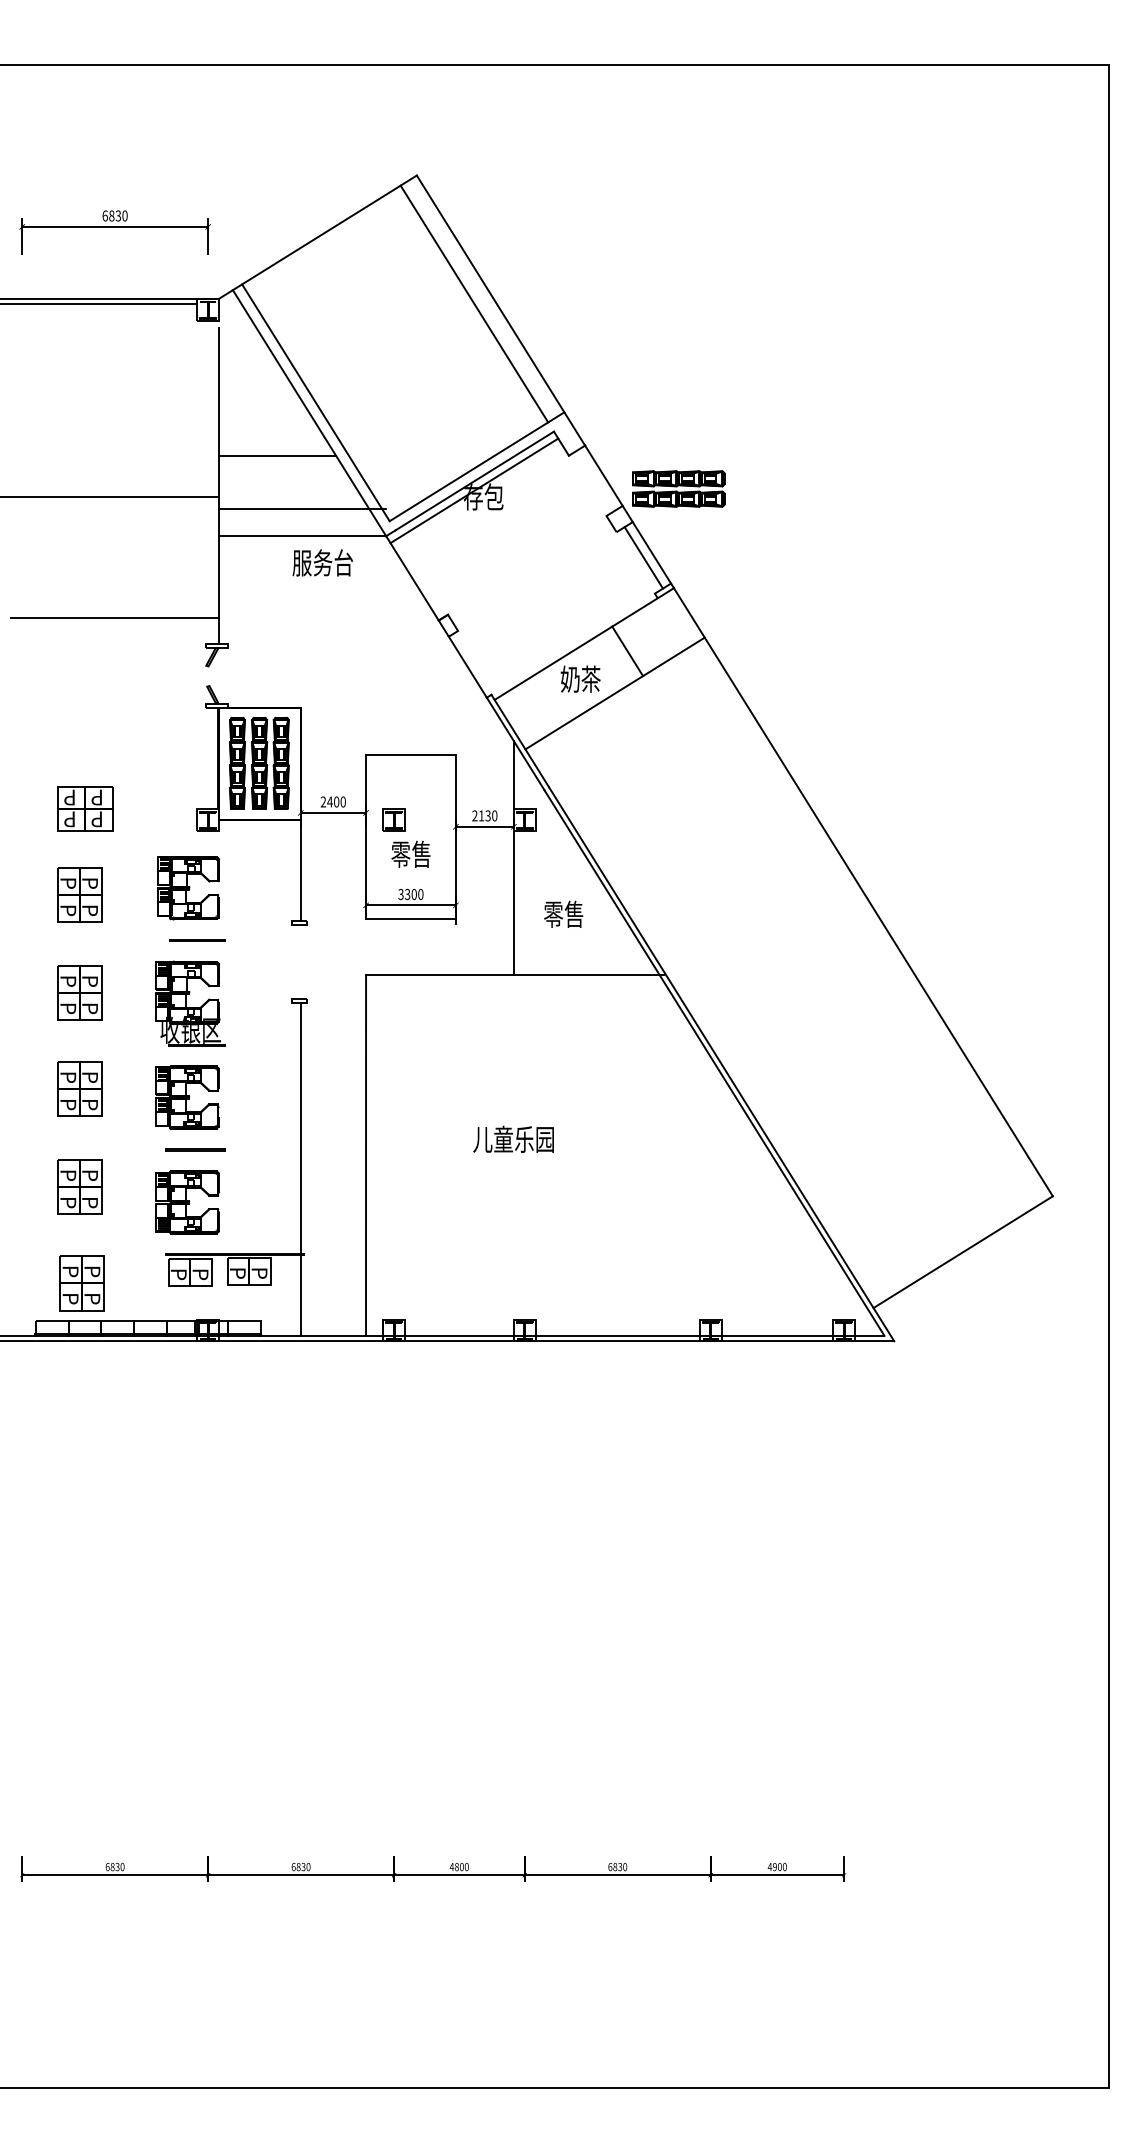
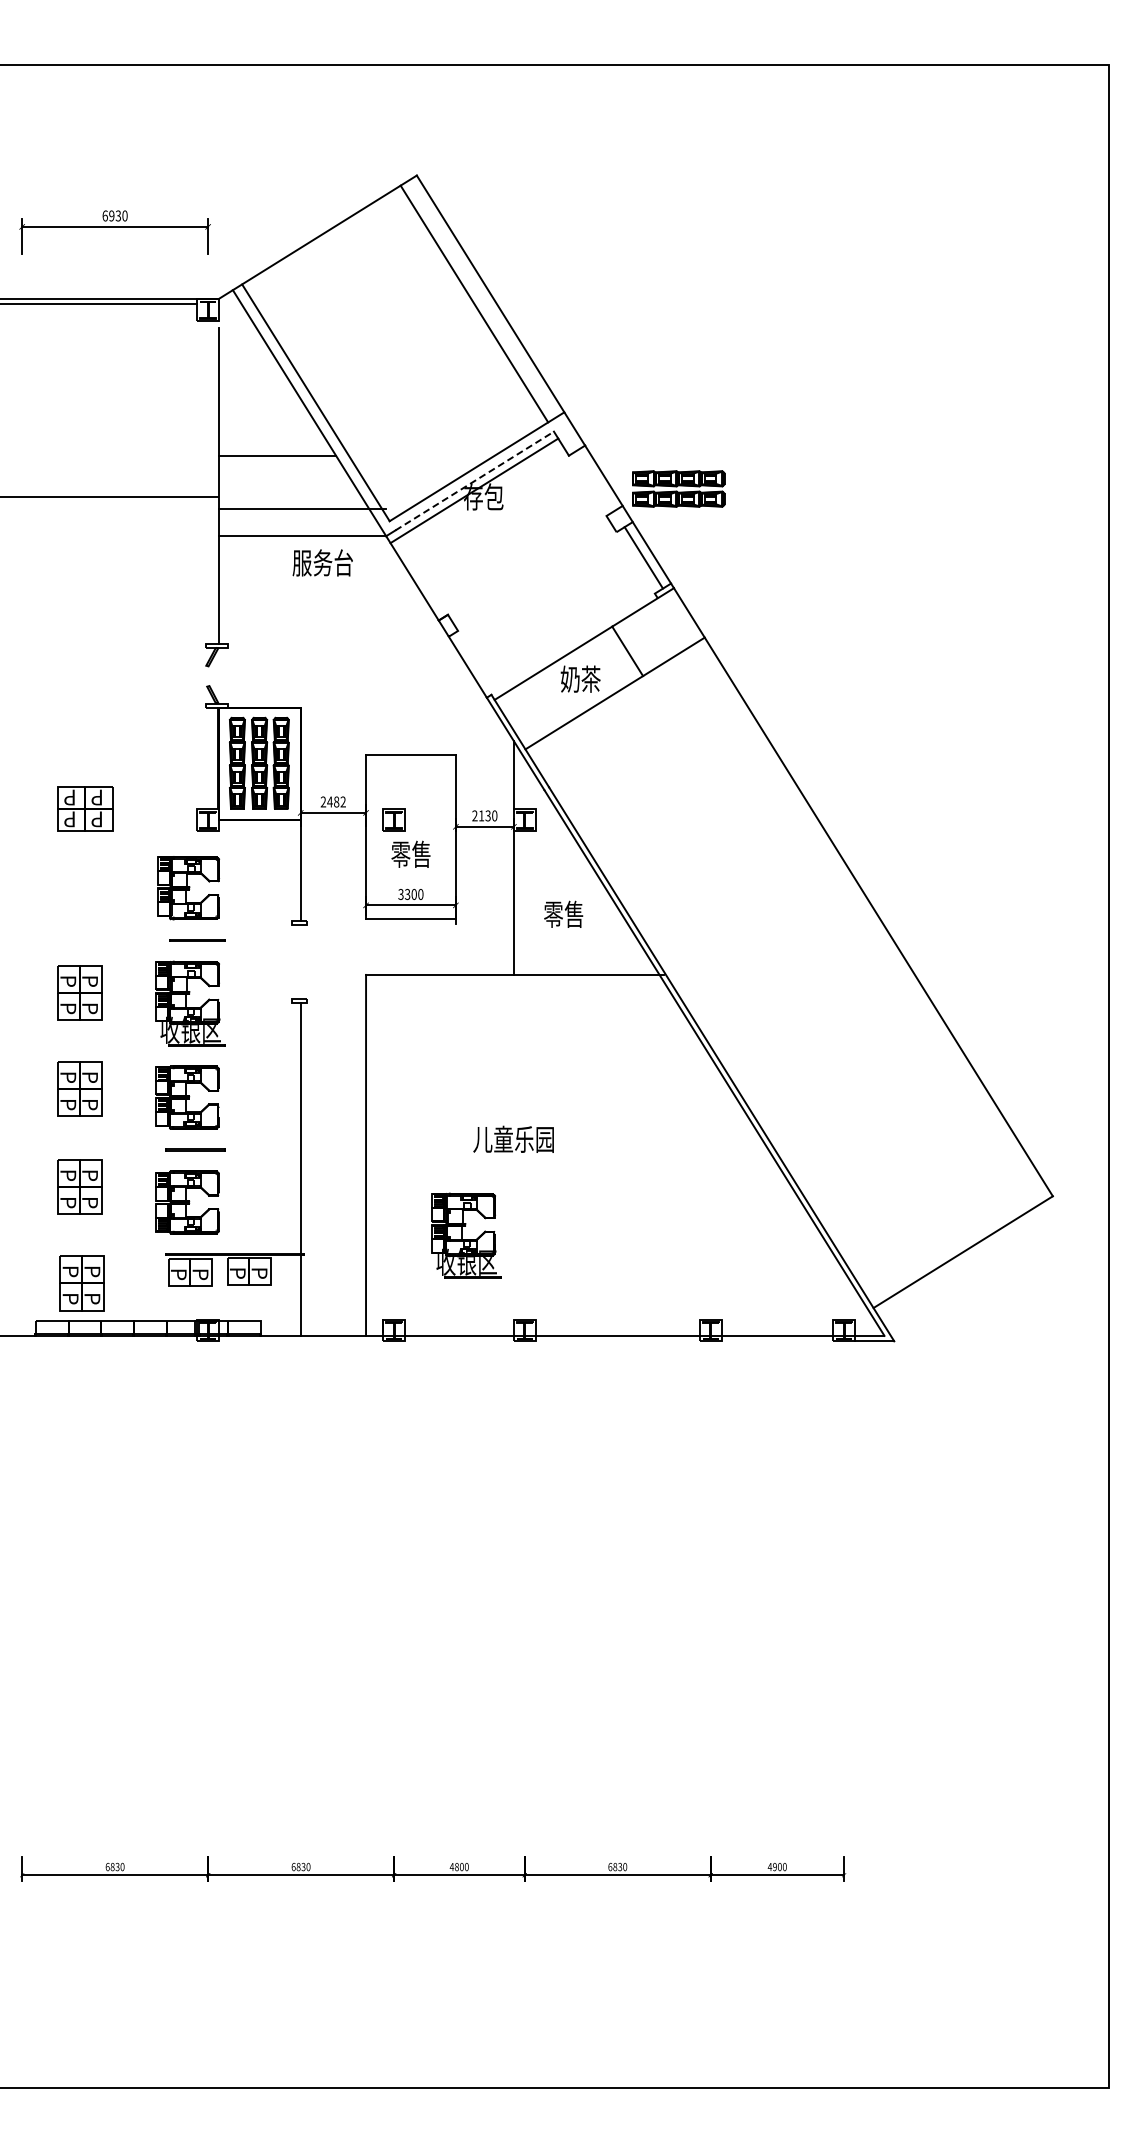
text at (111, 215): 6830 -> 6930
line at (475, 480): solid -> dashed
line at (115, 617): present -> none
text at (339, 801): 2400 -> 2482
part at (79, 894): present -> none
part at (466, 1235): none -> present
line at (417, 1341): present -> none
